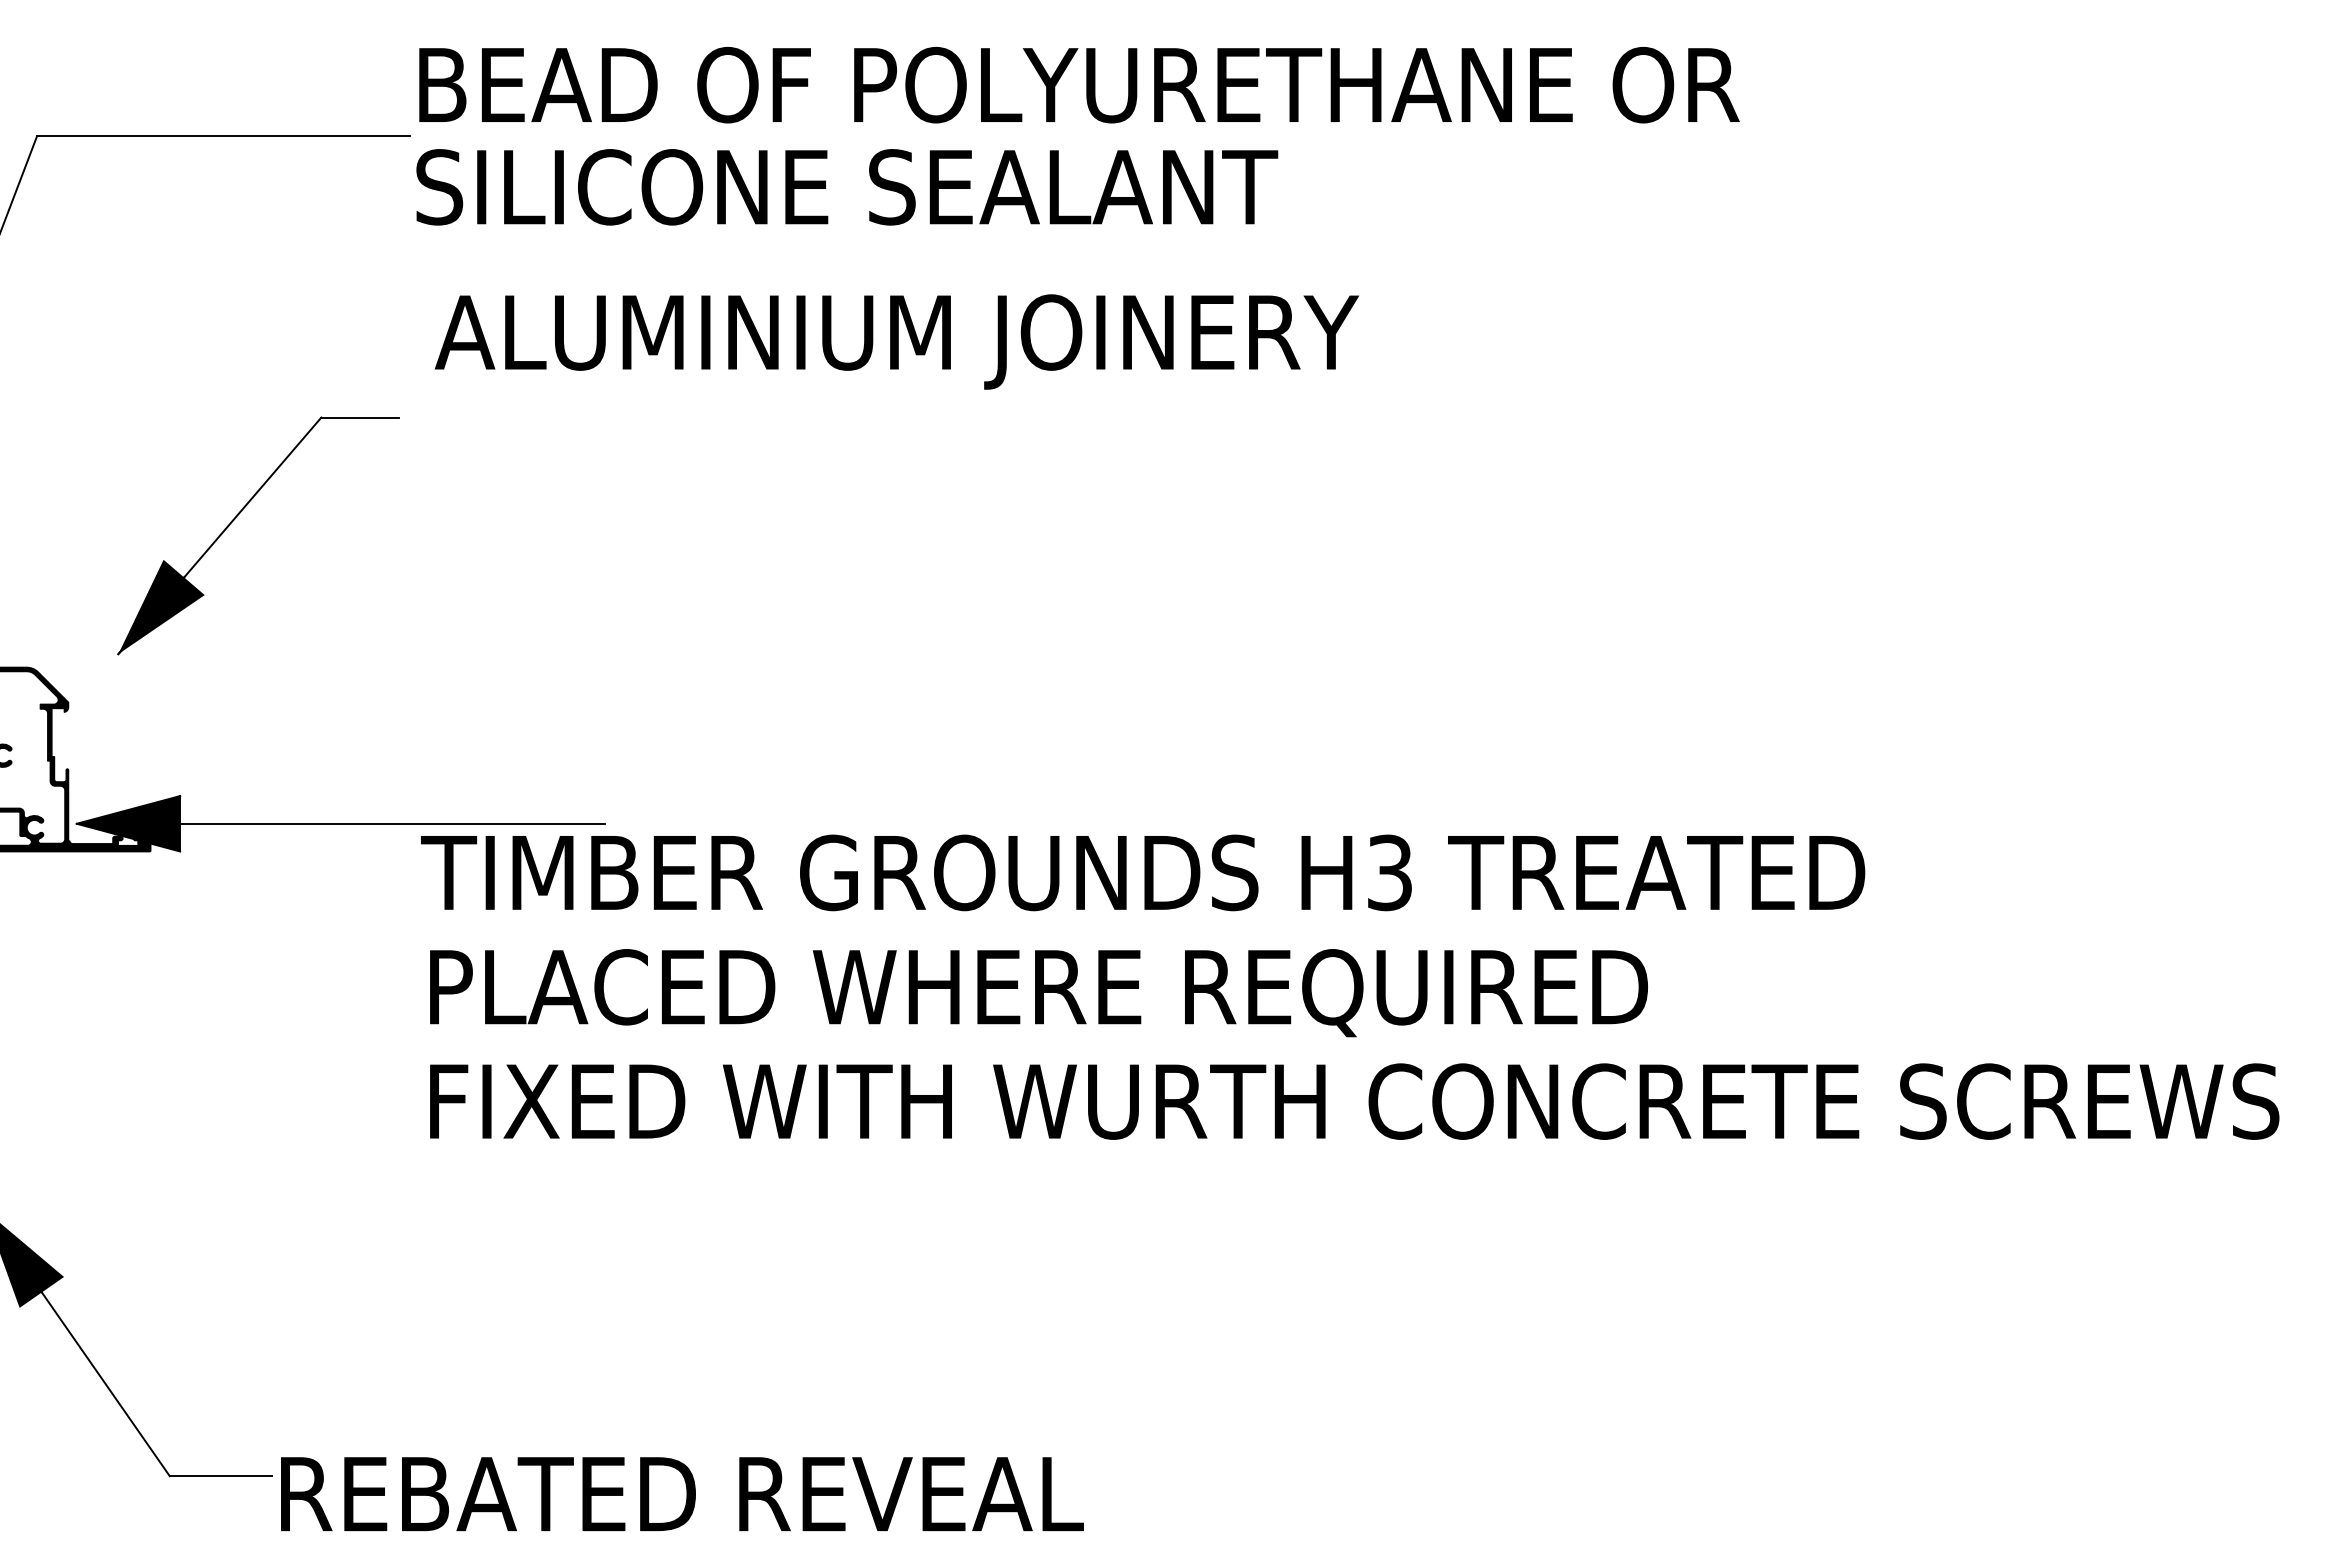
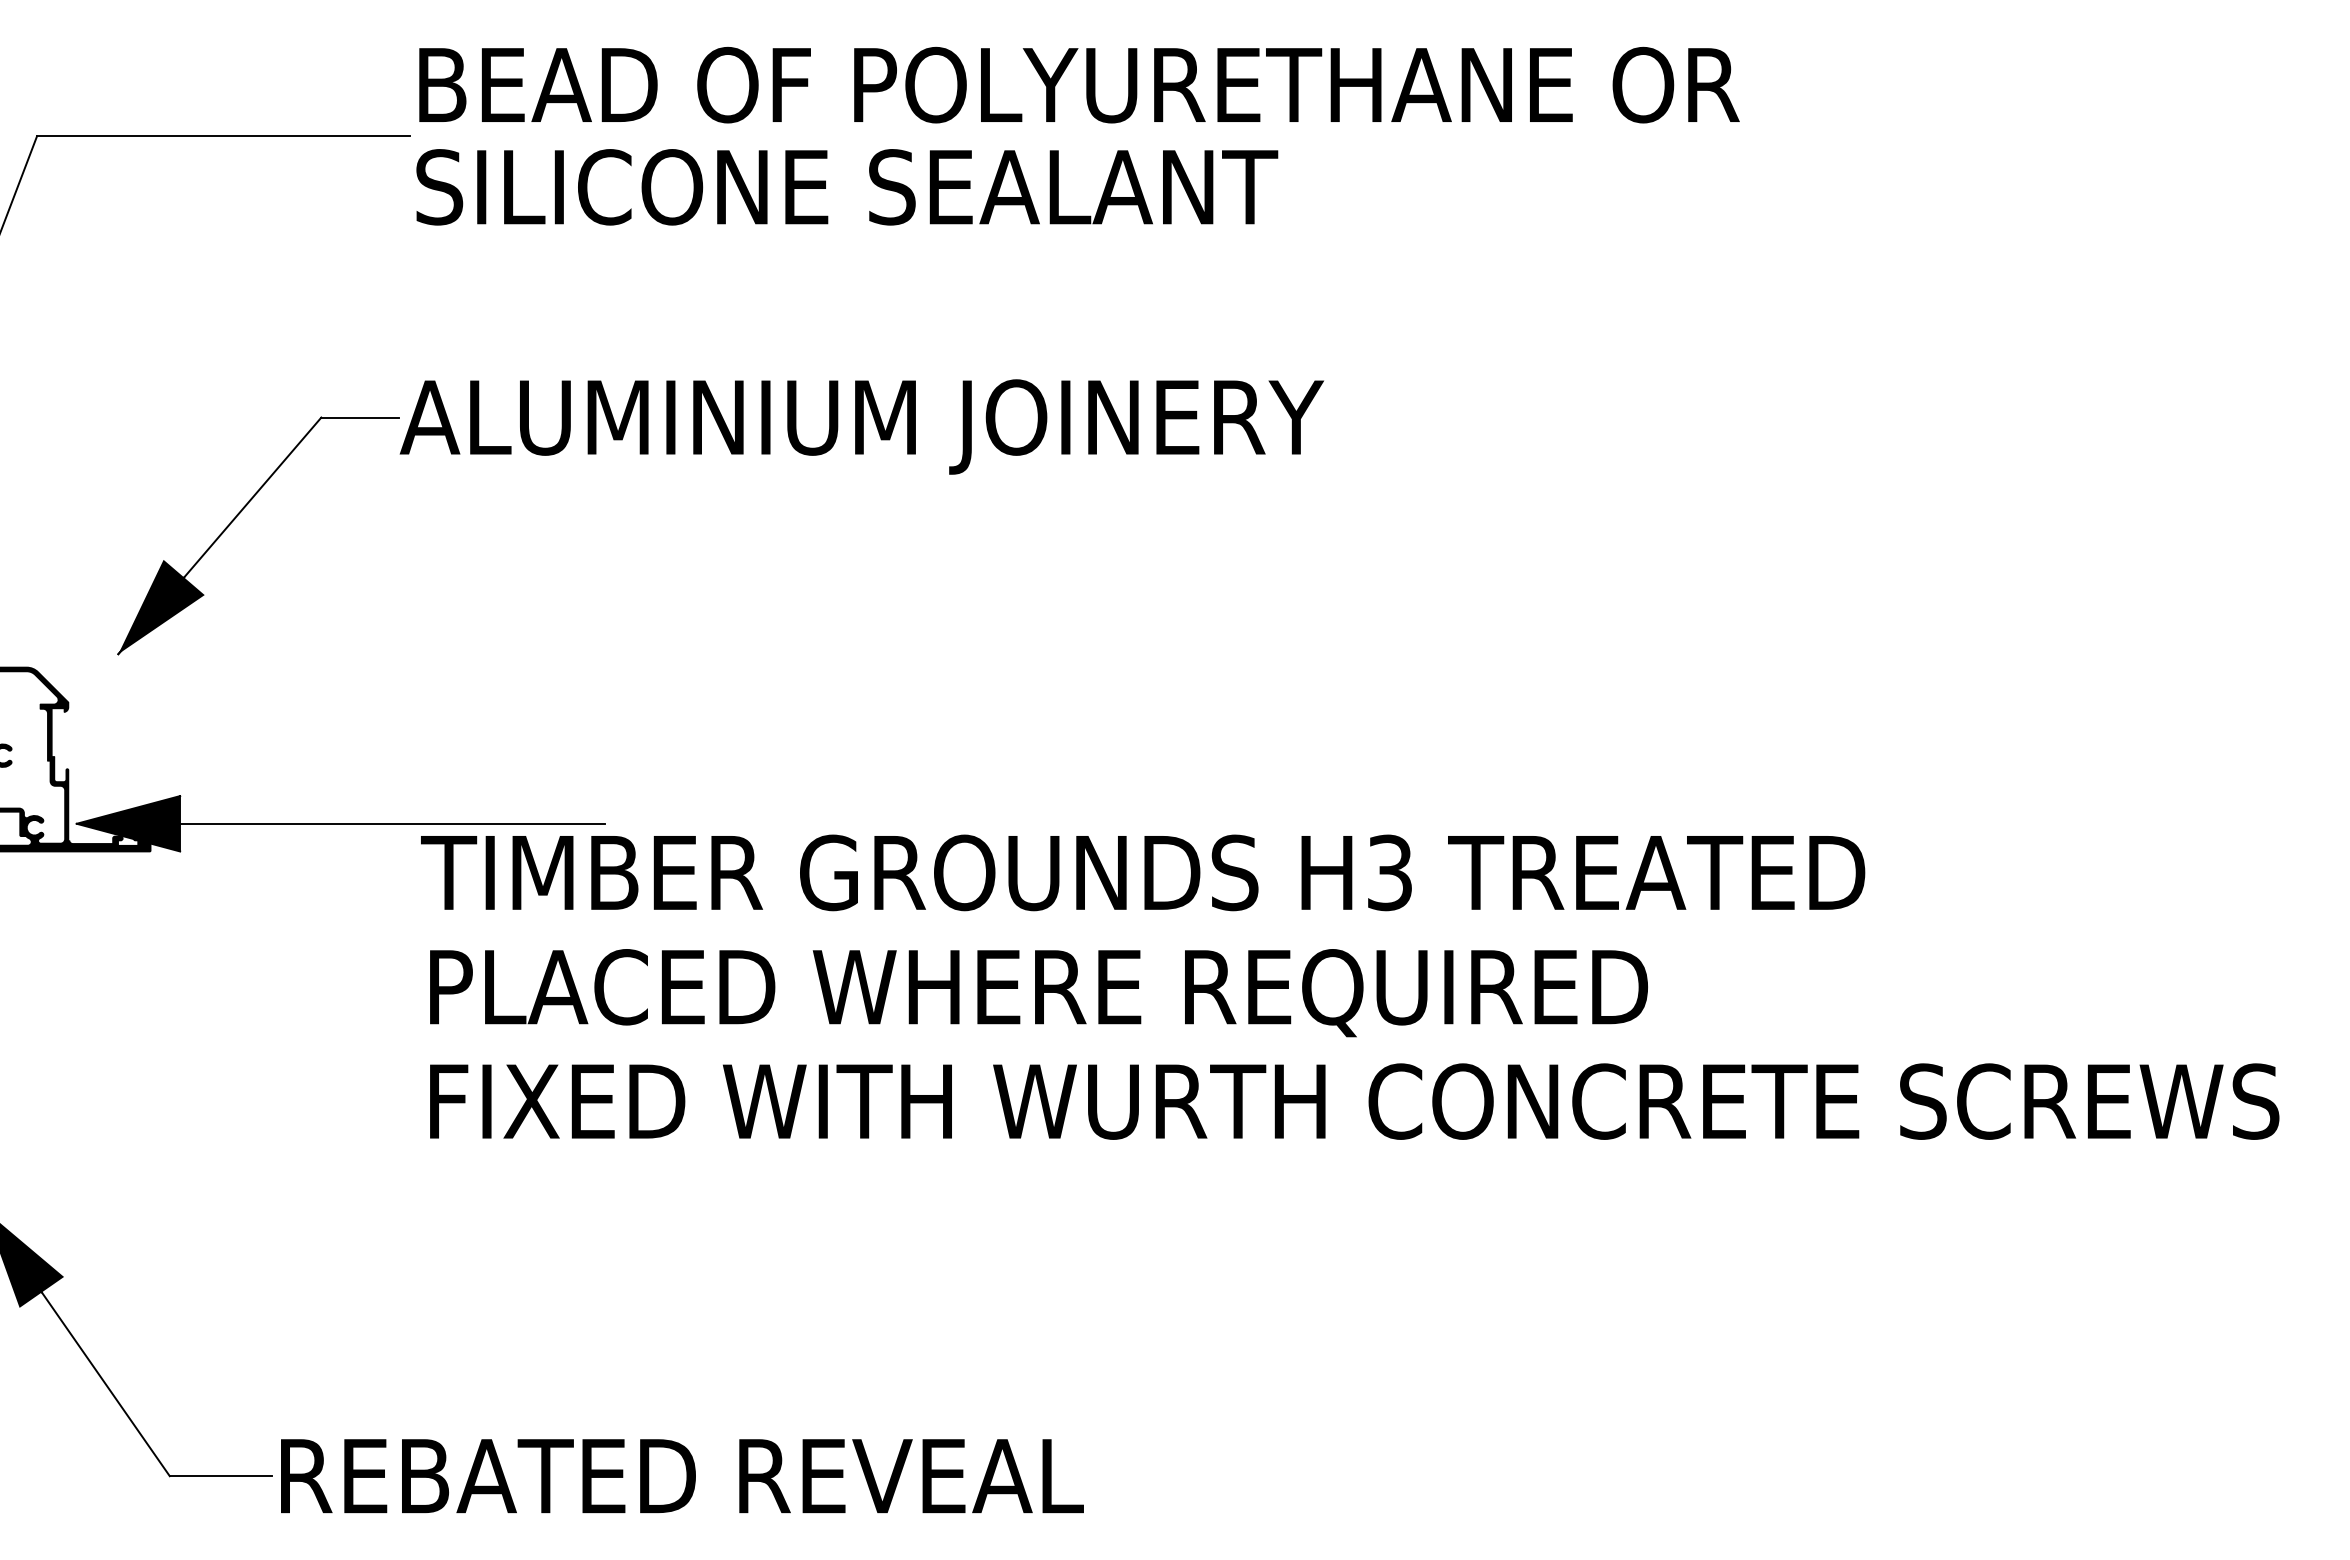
text at (896, 341) position: (896, 341) -> (861, 426)
text at (682, 1494) position: (682, 1494) -> (682, 1476)
